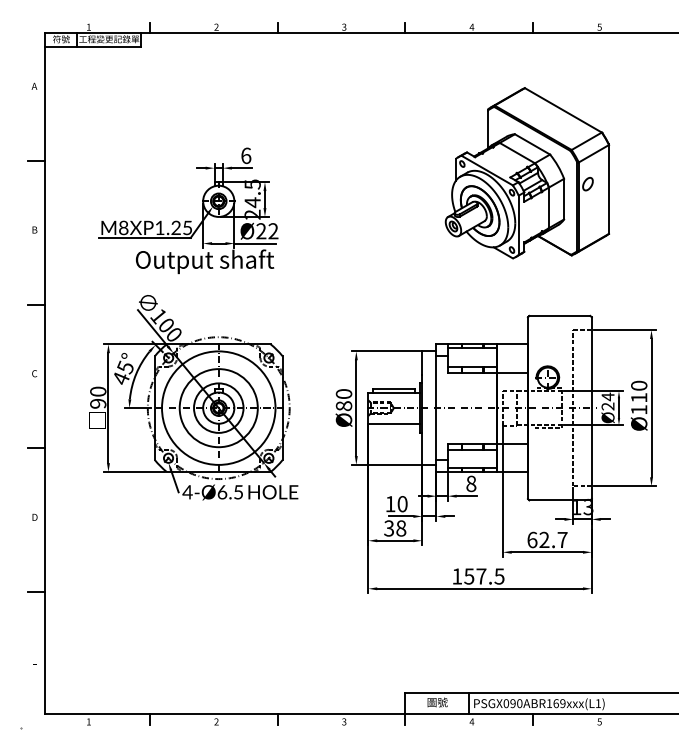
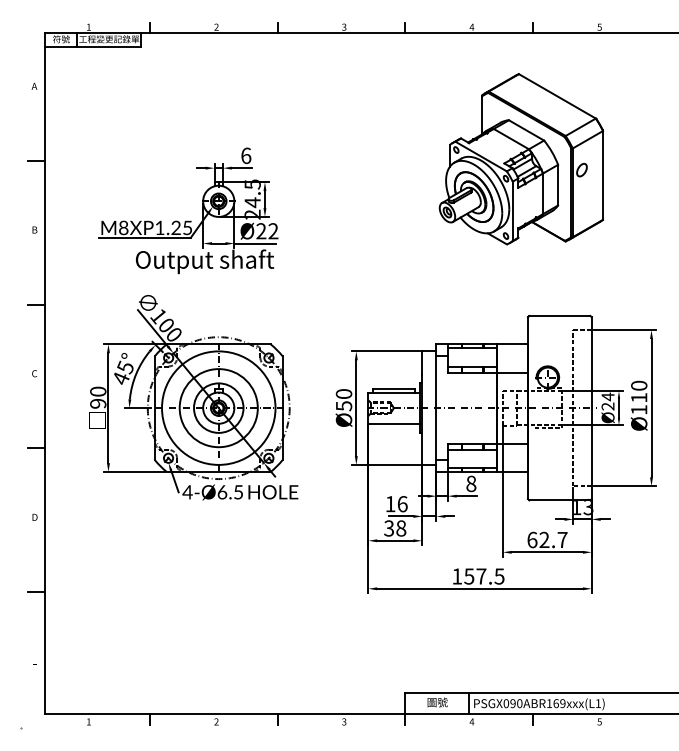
part at (527, 173) position: (527, 173) -> (521, 159)
text at (343, 406): Ø80 -> Ø50
text at (402, 504): 10 -> 16
